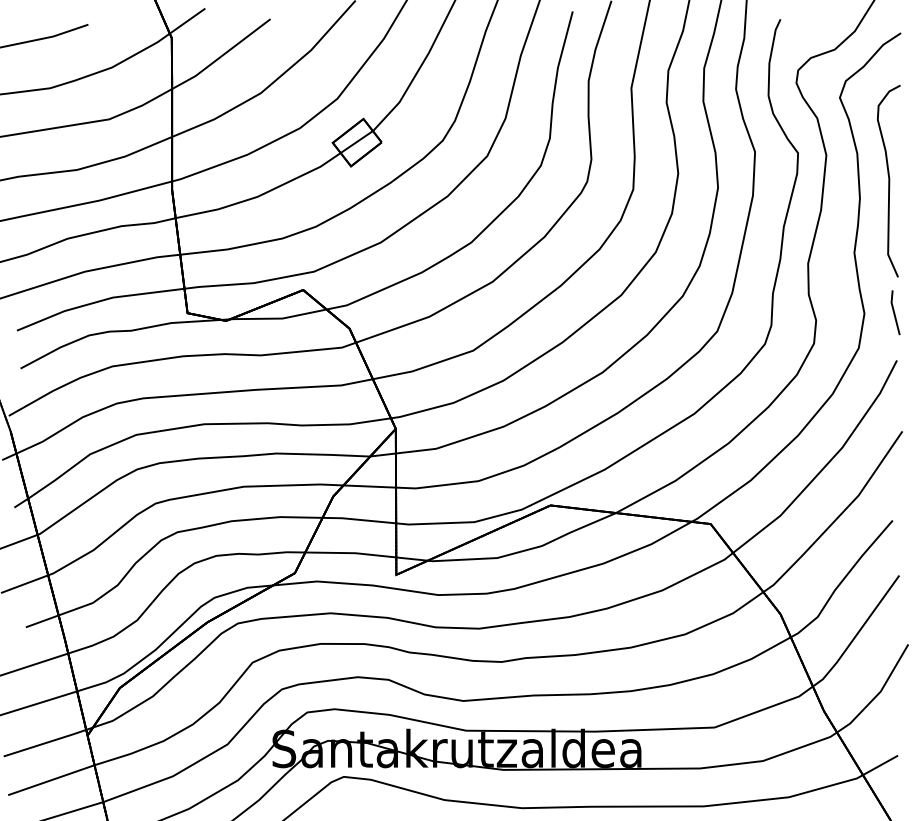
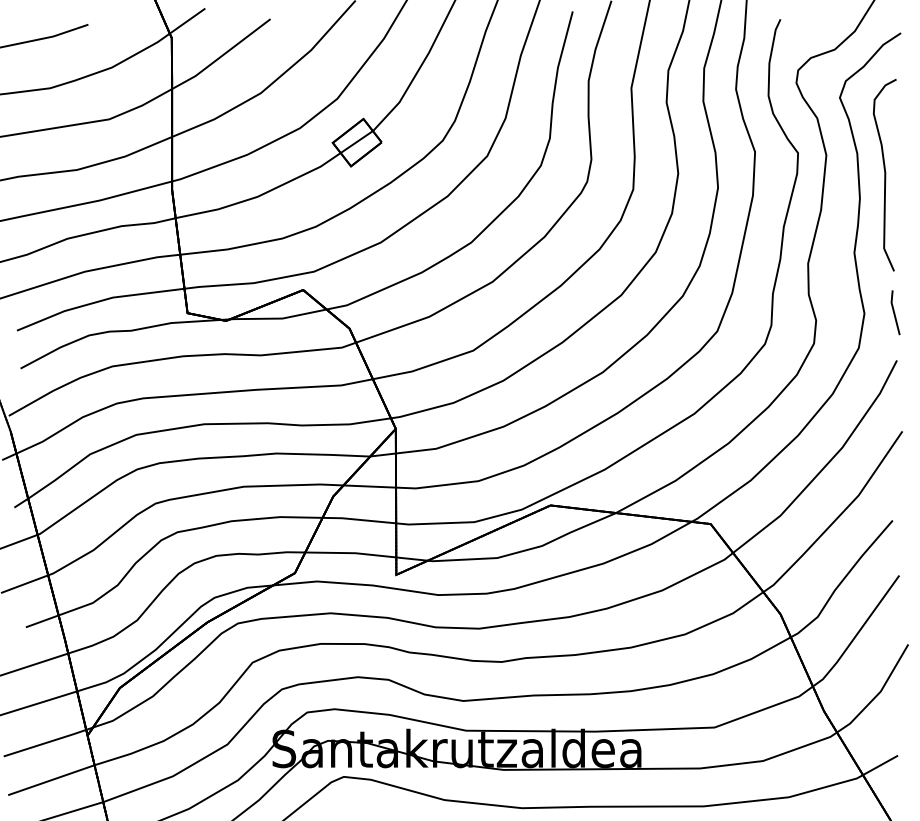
curve at (888, 181) position: (888, 181) -> (884, 175)
